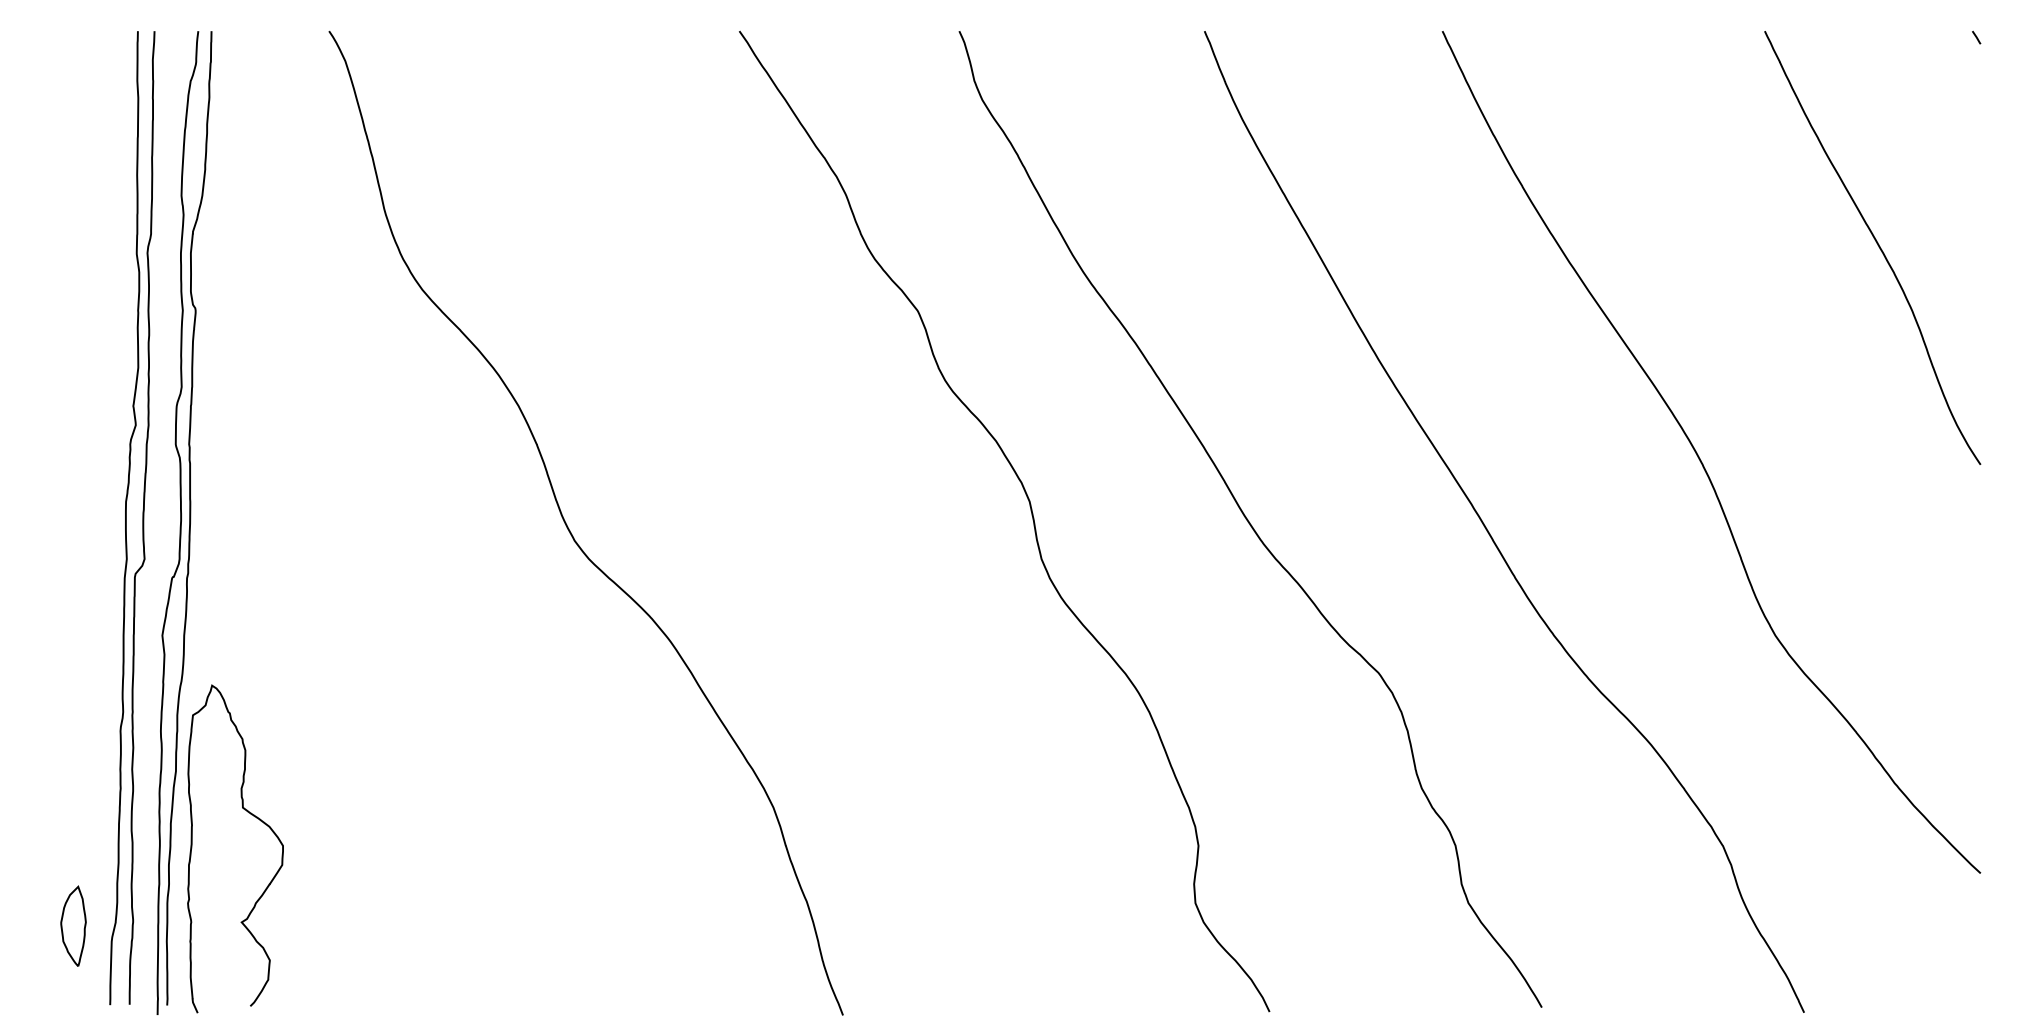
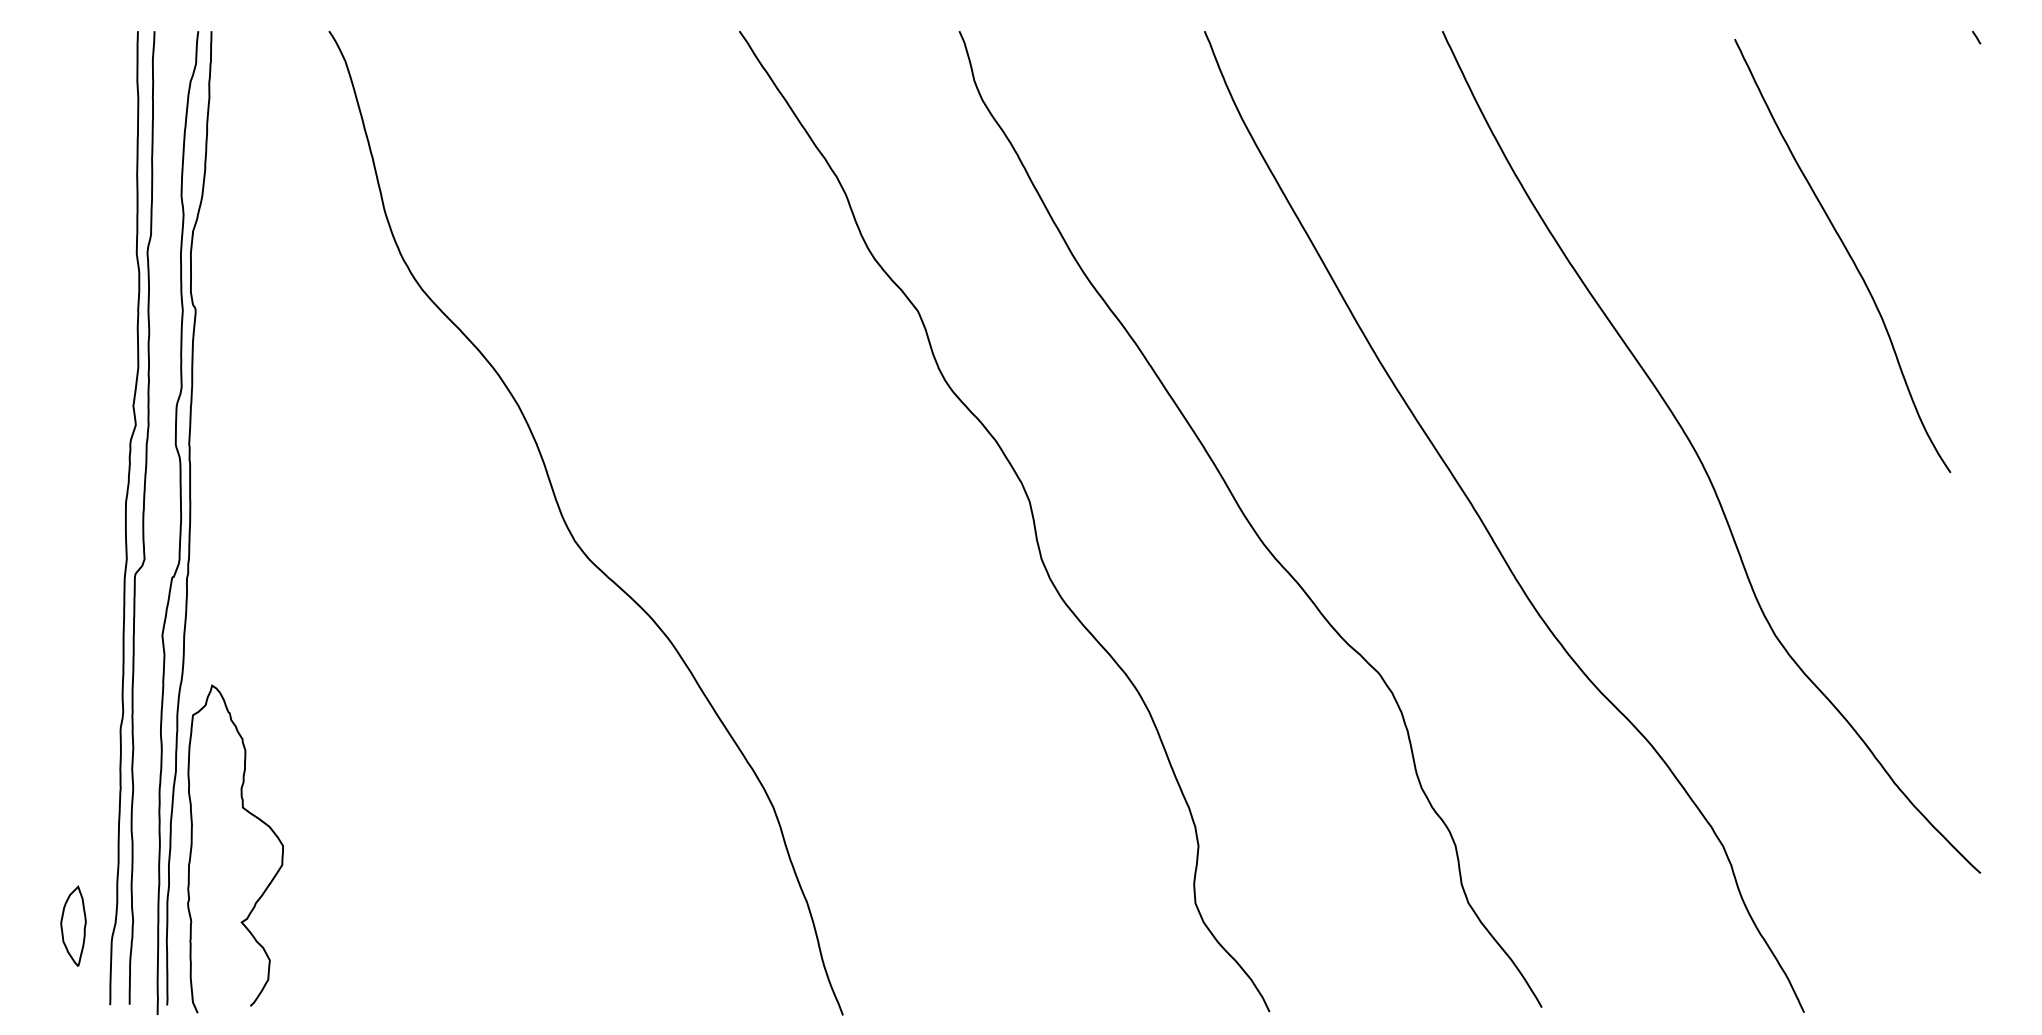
curve at (1877, 245) position: (1877, 245) -> (1847, 253)
